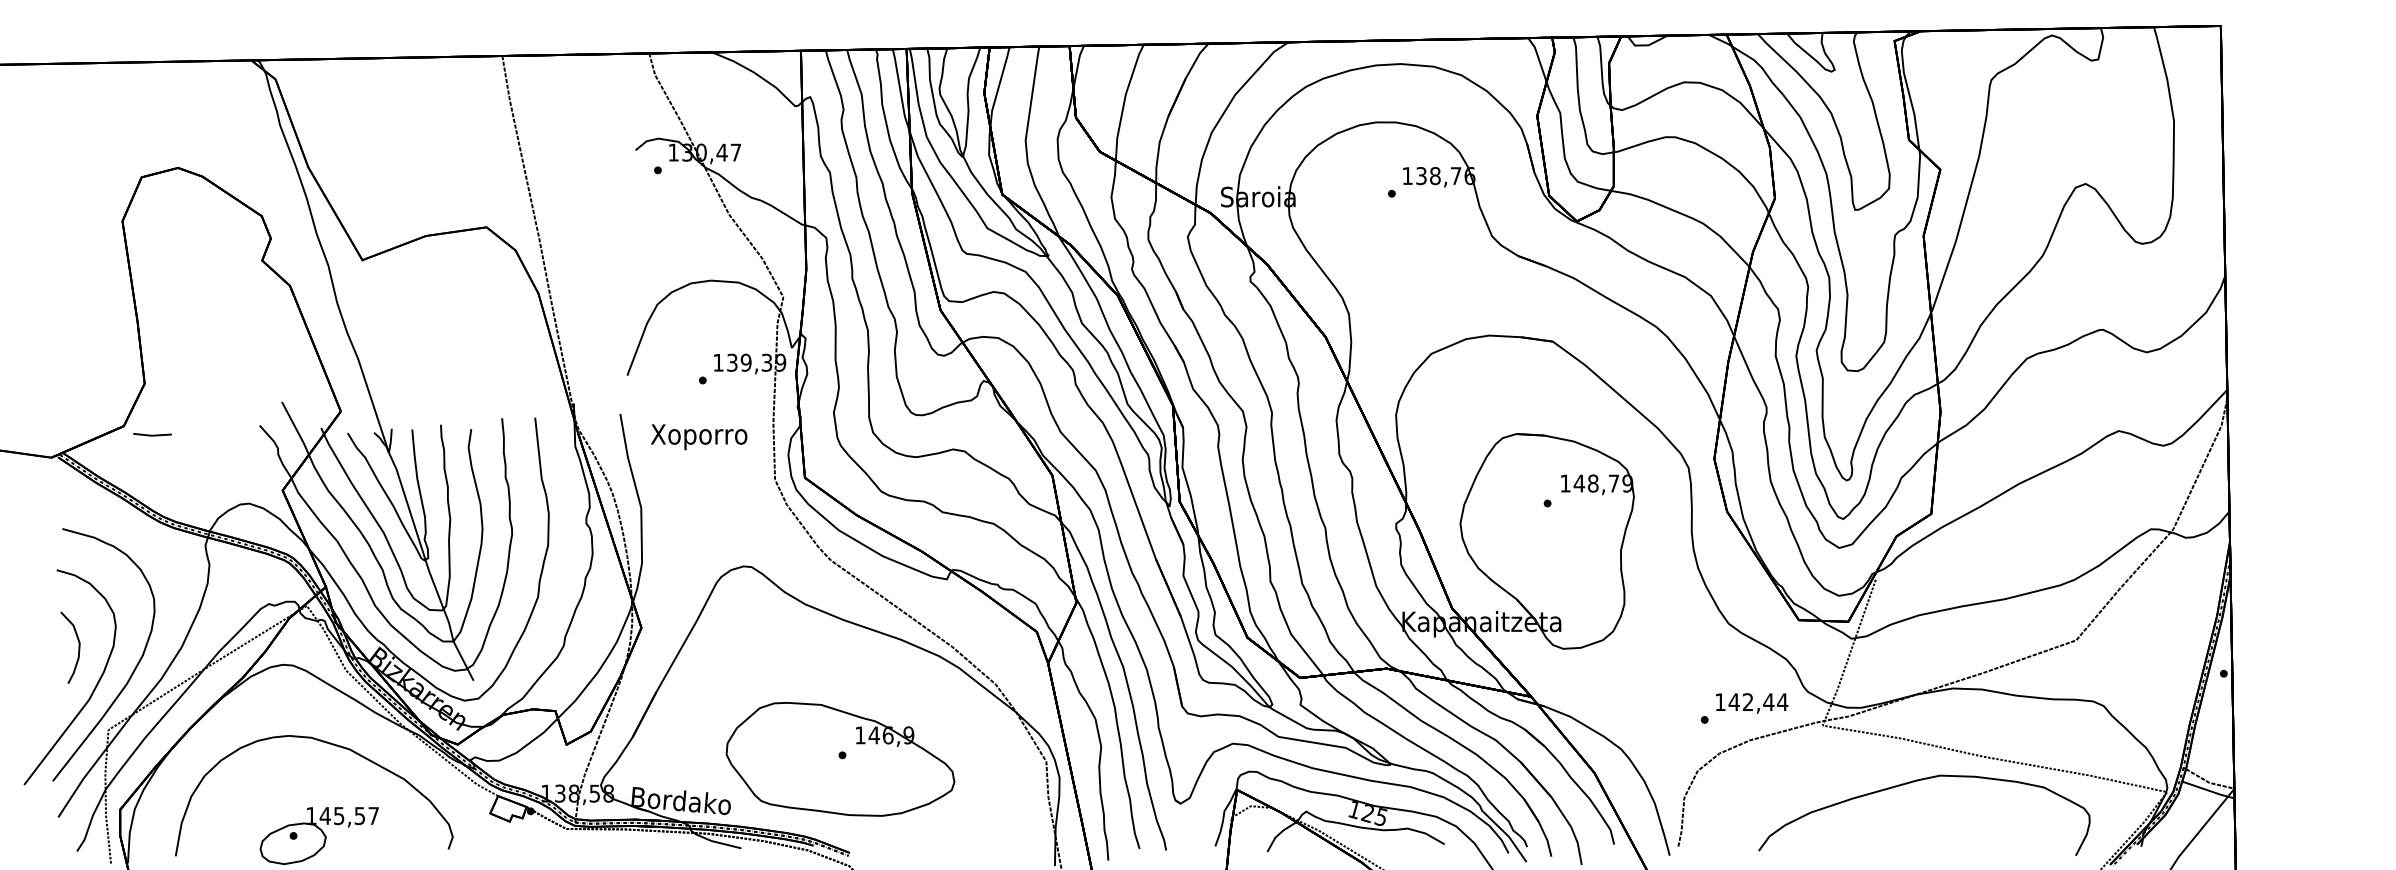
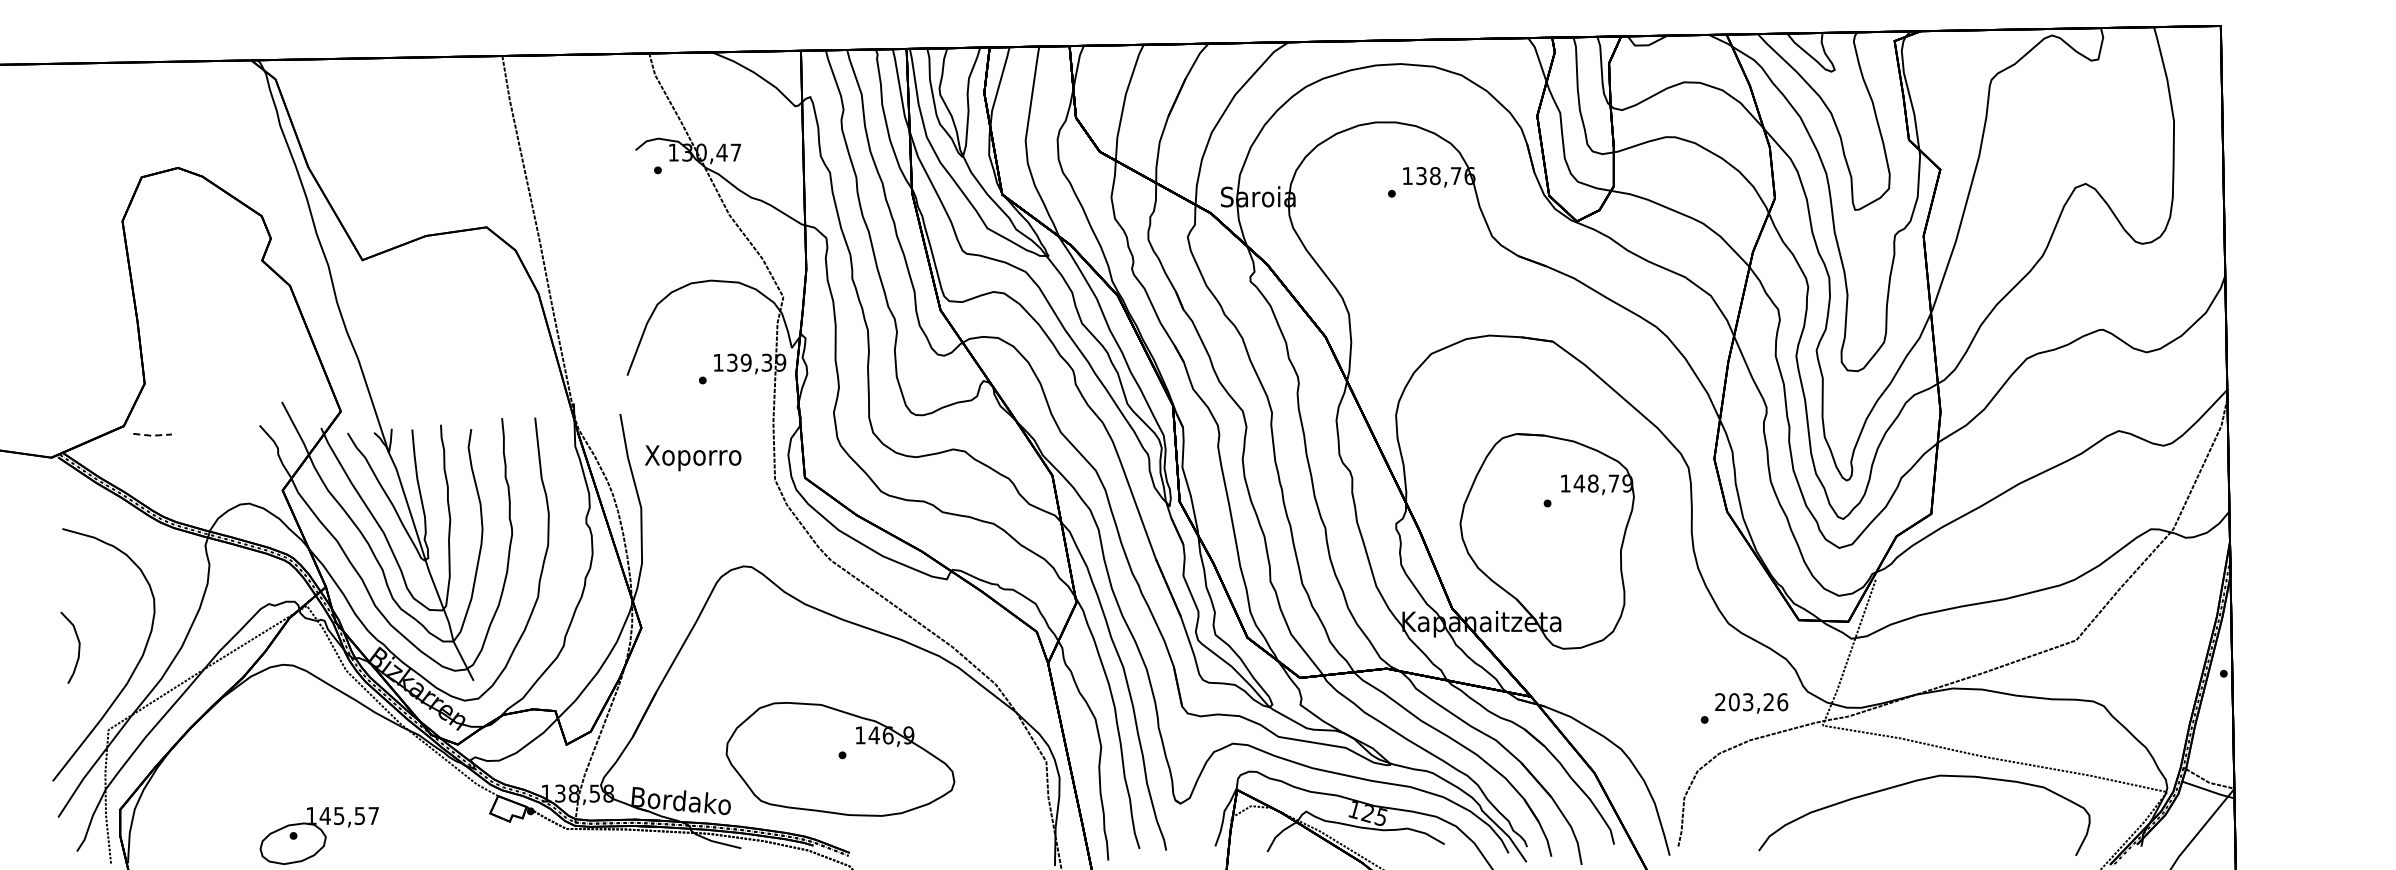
line at (152, 435): solid -> dashed
text at (699, 437) position: (699, 437) -> (693, 458)
curve at (93, 689): present -> none
text at (1751, 702): 142,44 -> 203,26
part at (332, 745): present -> none
